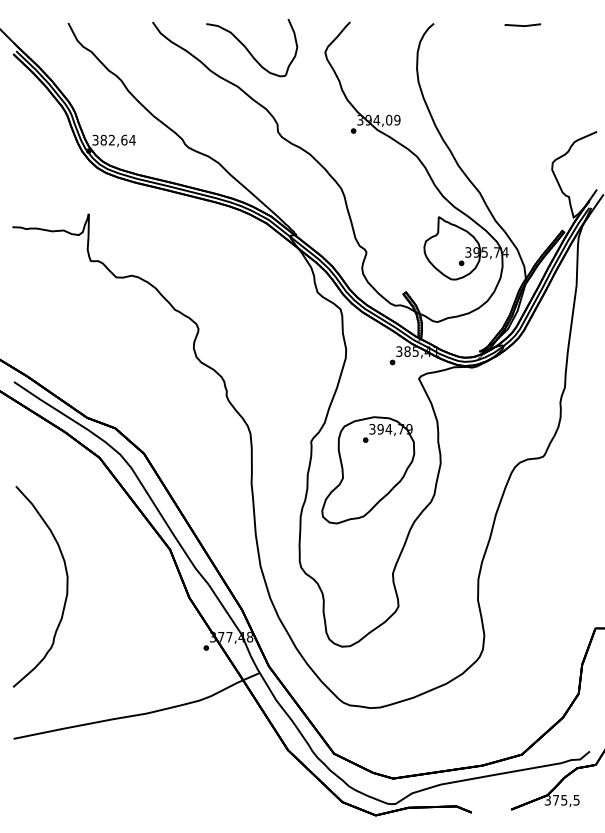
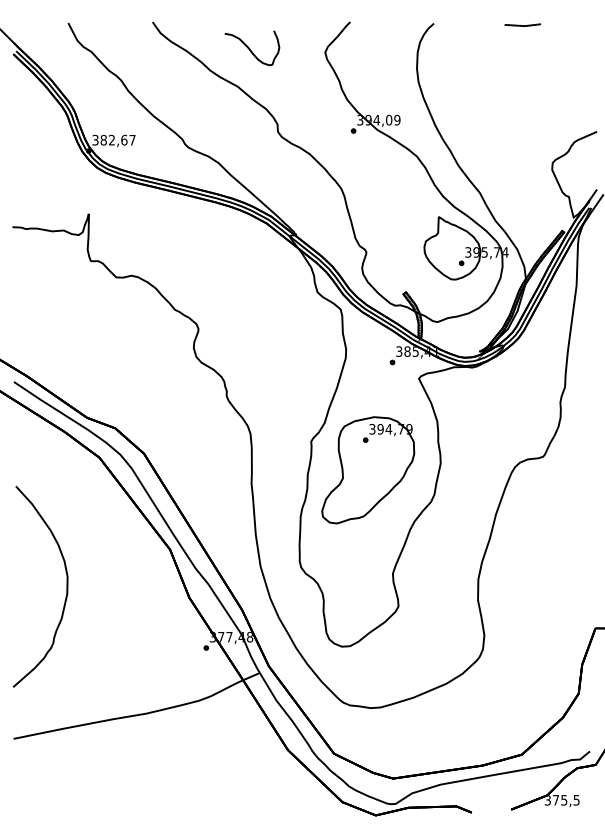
part at (252, 48) size: 93x59 px -> 57x37 px
text at (132, 140): 382,64 -> 382,67
